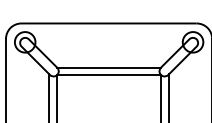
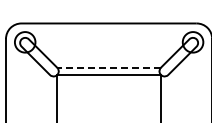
line at (109, 67): solid -> dashed
line at (49, 96): present -> none
line at (168, 96): present -> none
